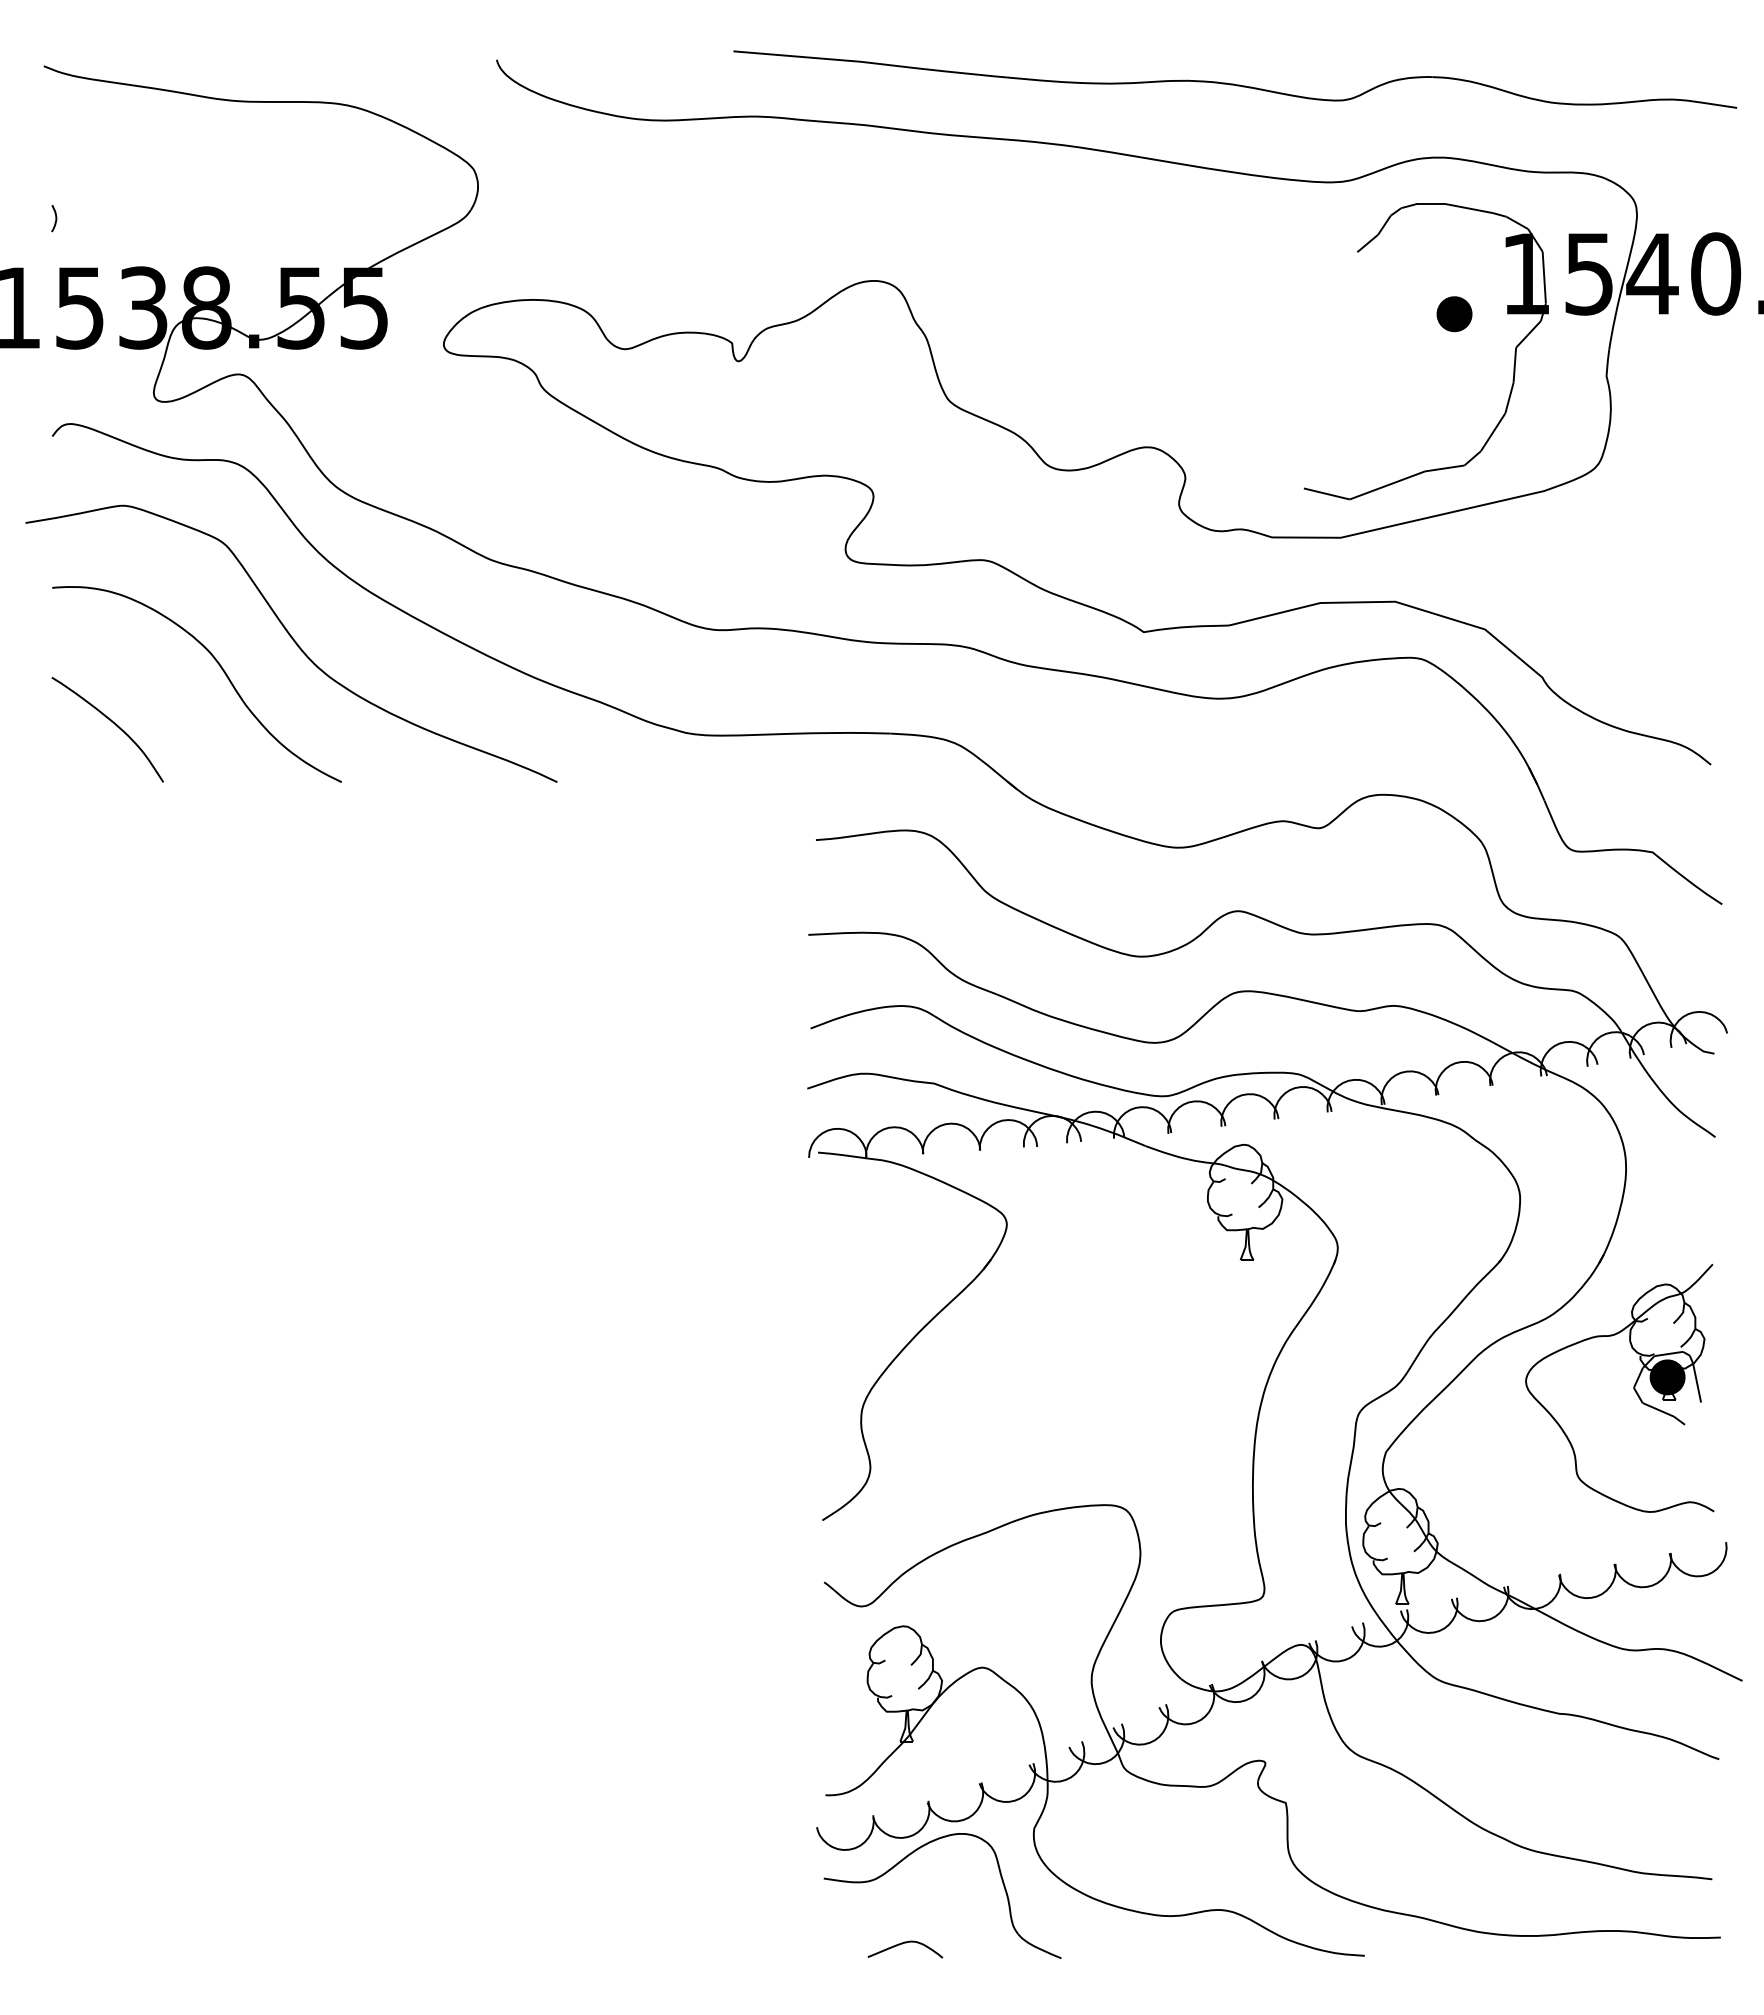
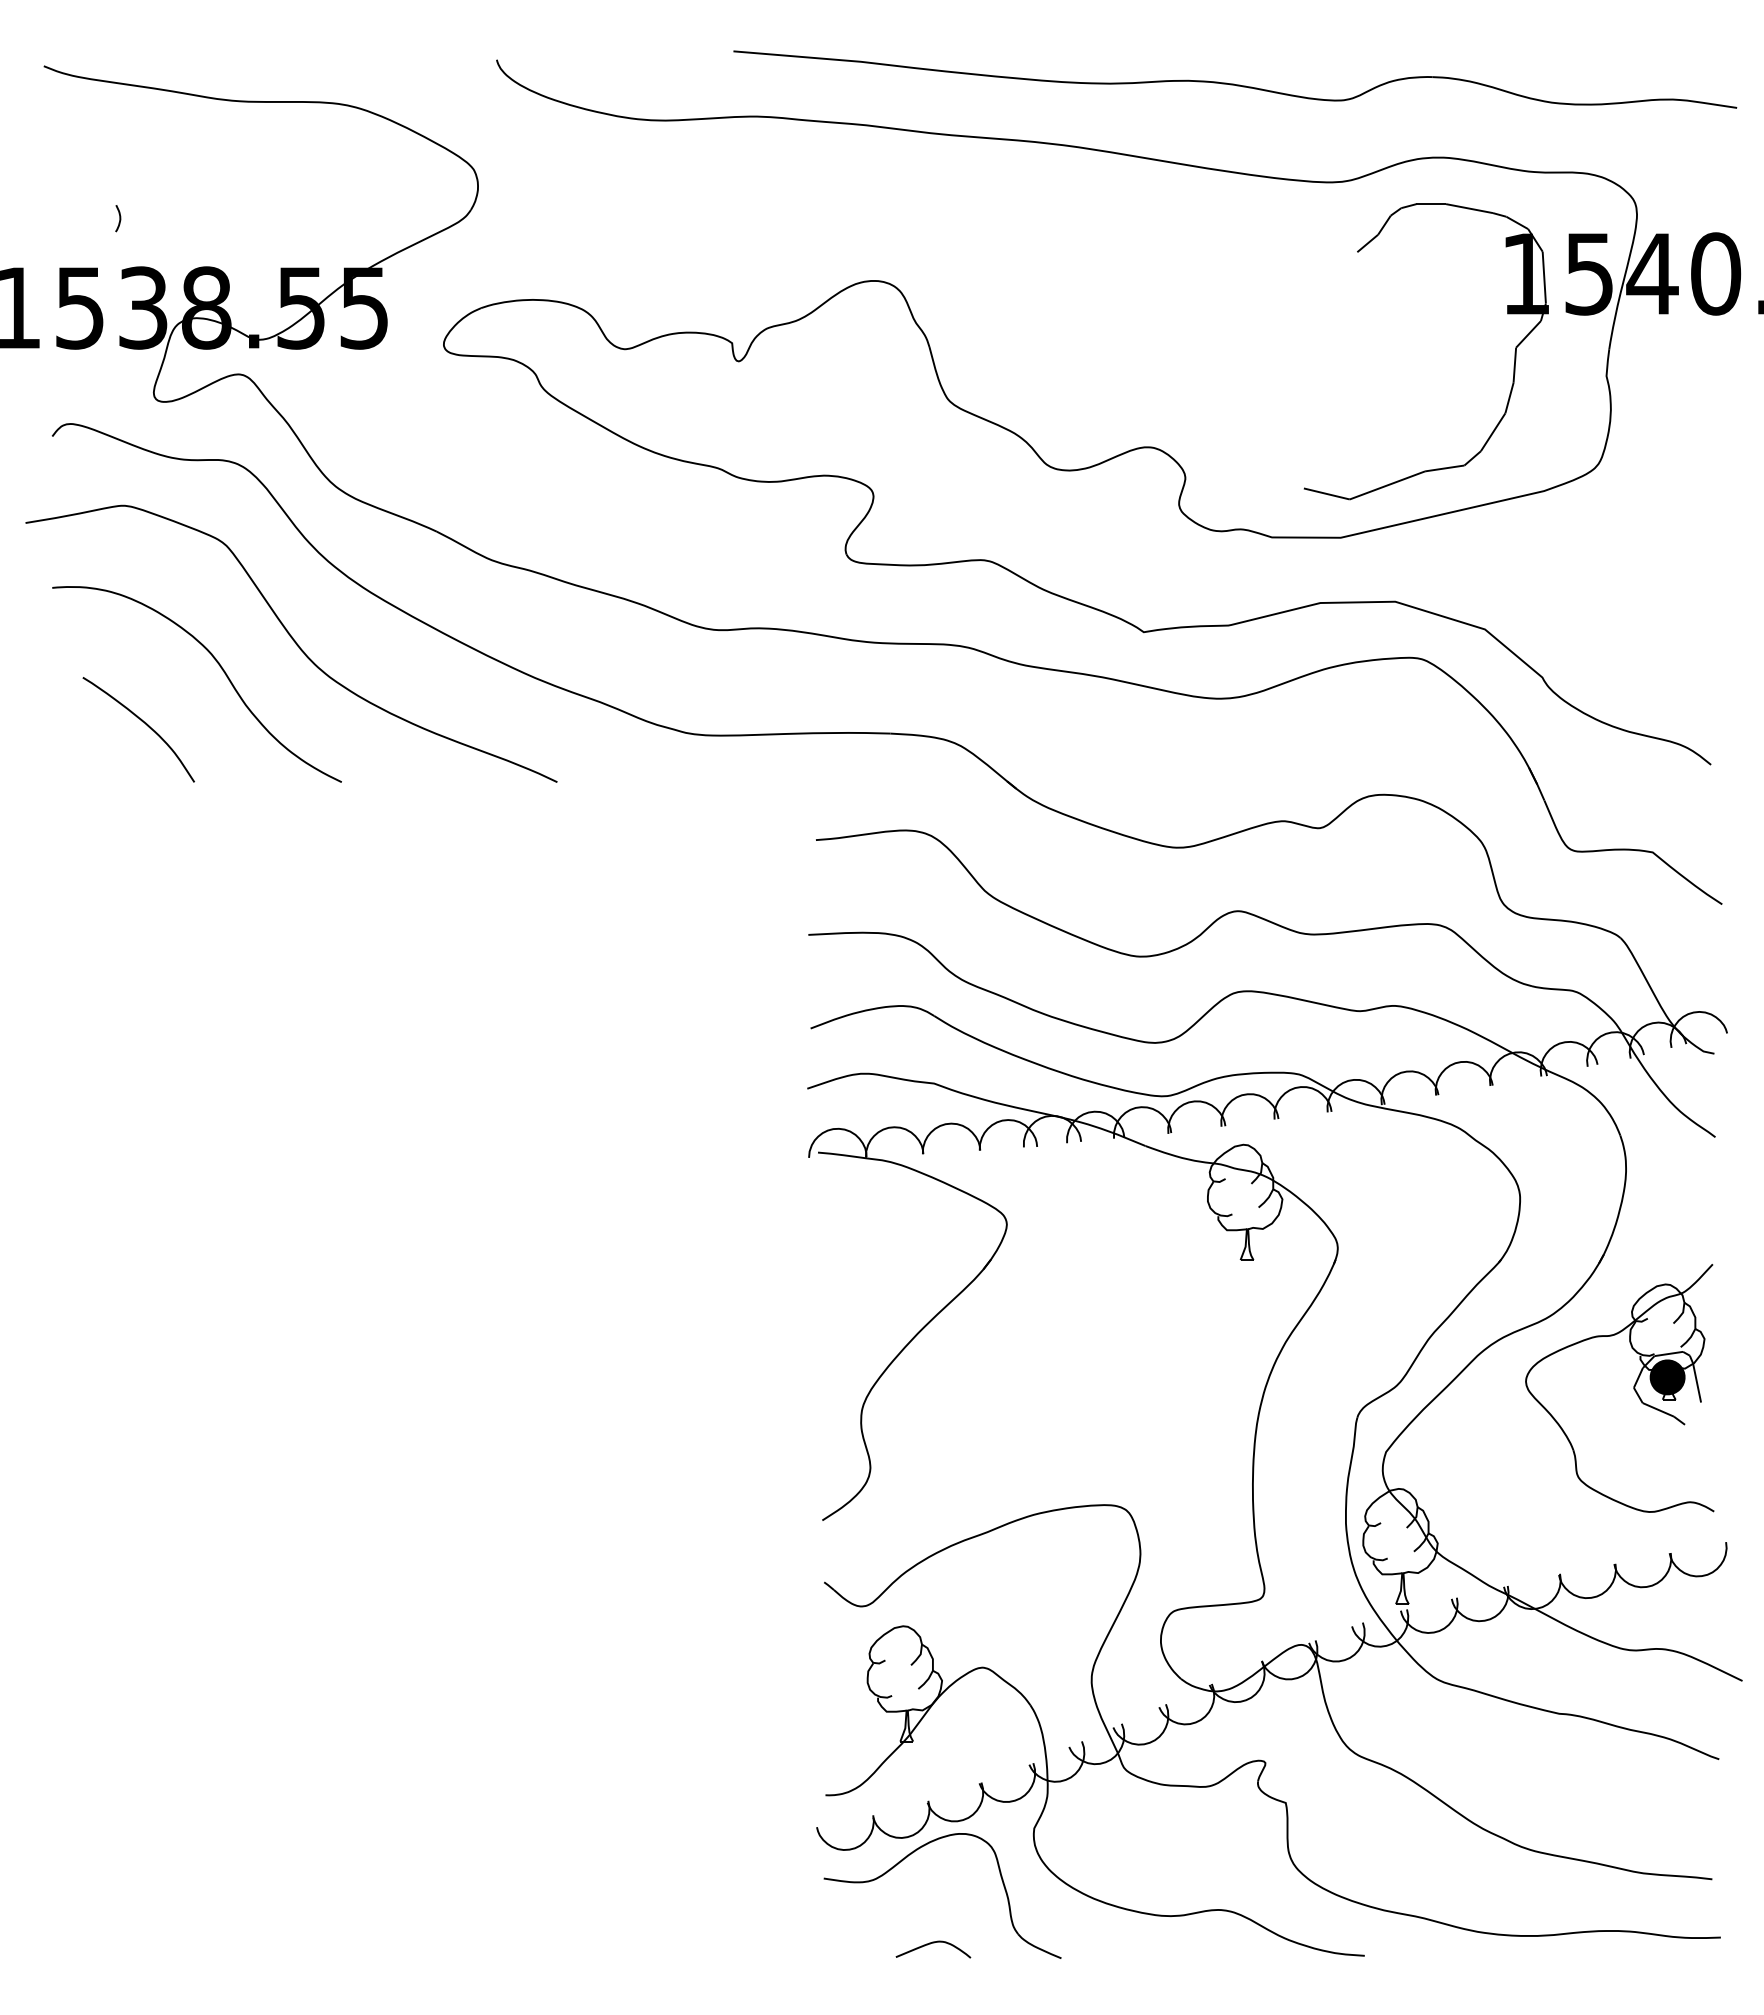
curve at (55, 218) position: (55, 218) -> (119, 218)
part at (1454, 314): present -> none
curve at (111, 722) position: (111, 722) -> (142, 722)
curve at (902, 1944) position: (902, 1944) -> (930, 1944)
